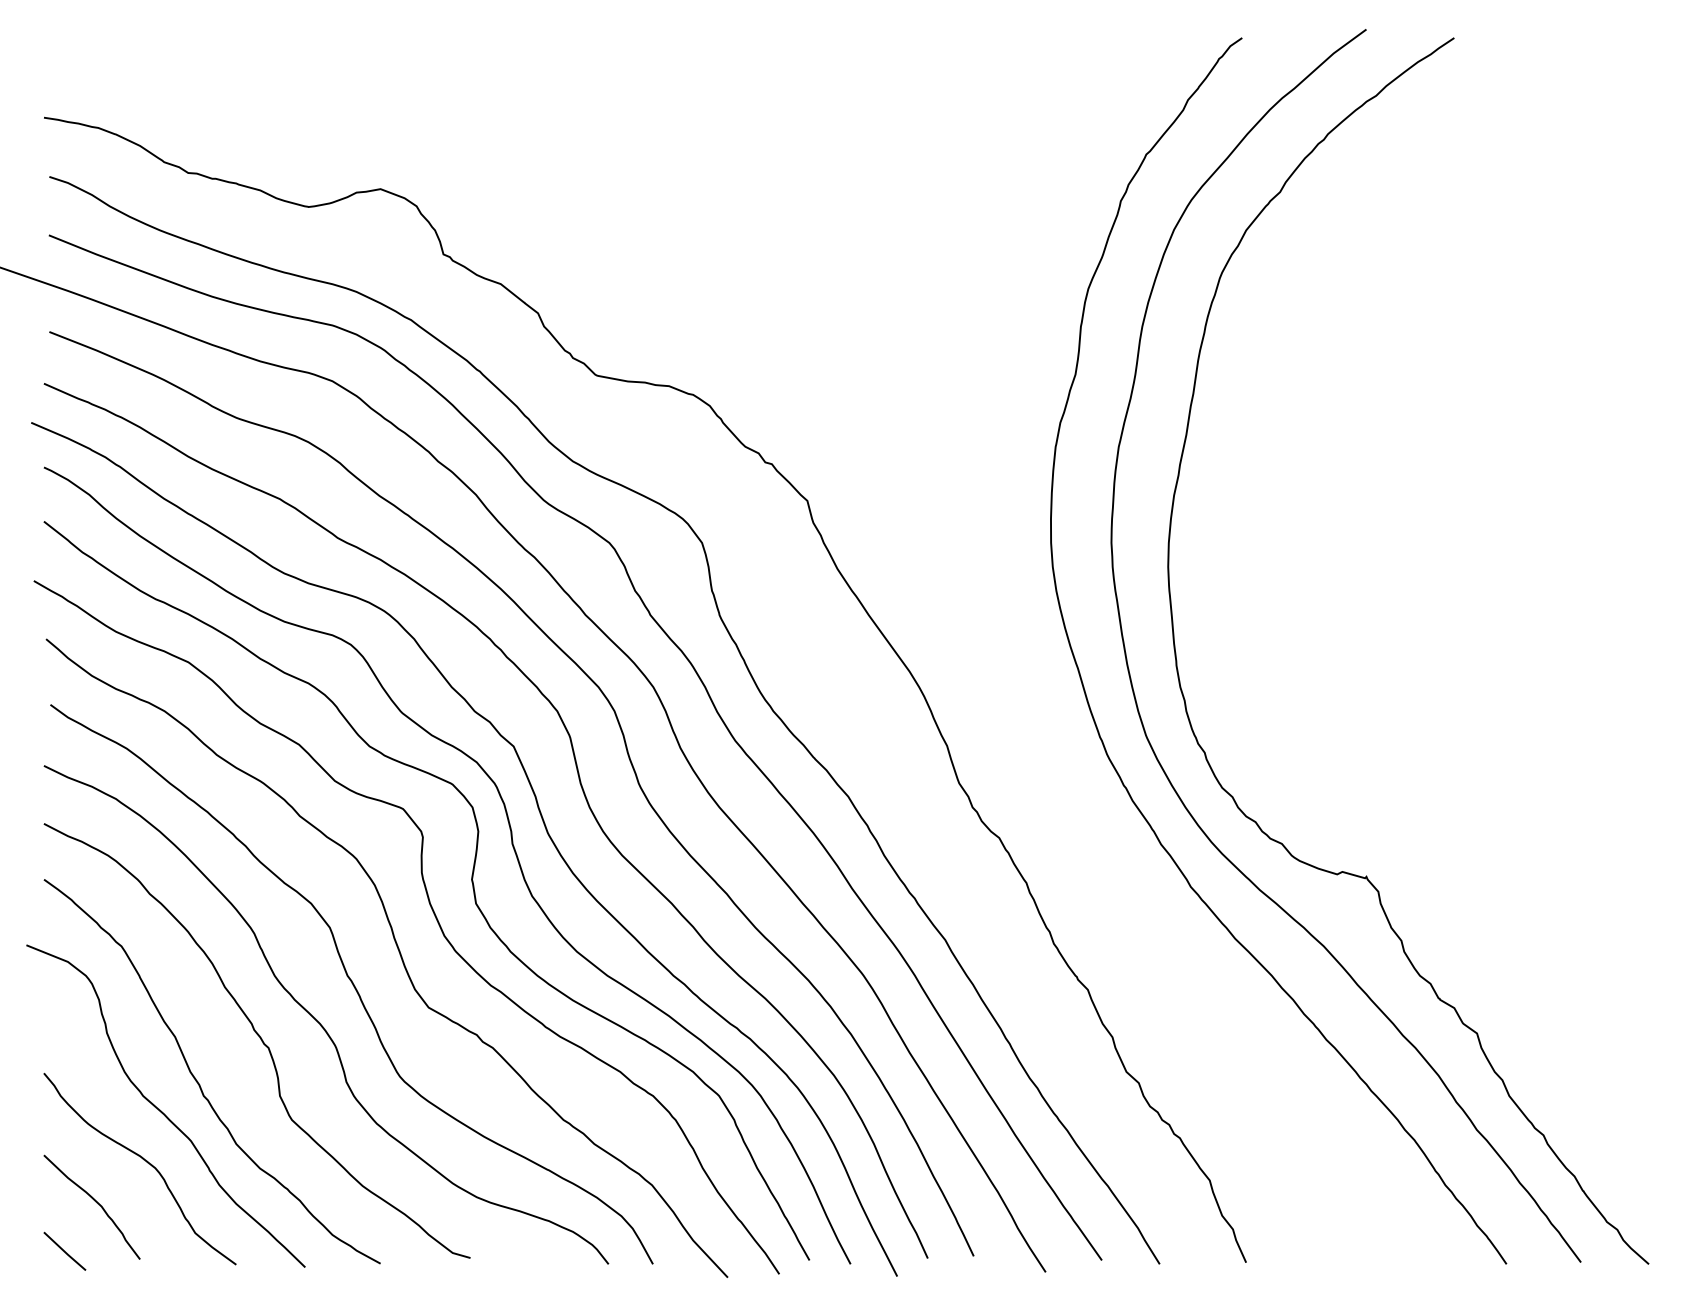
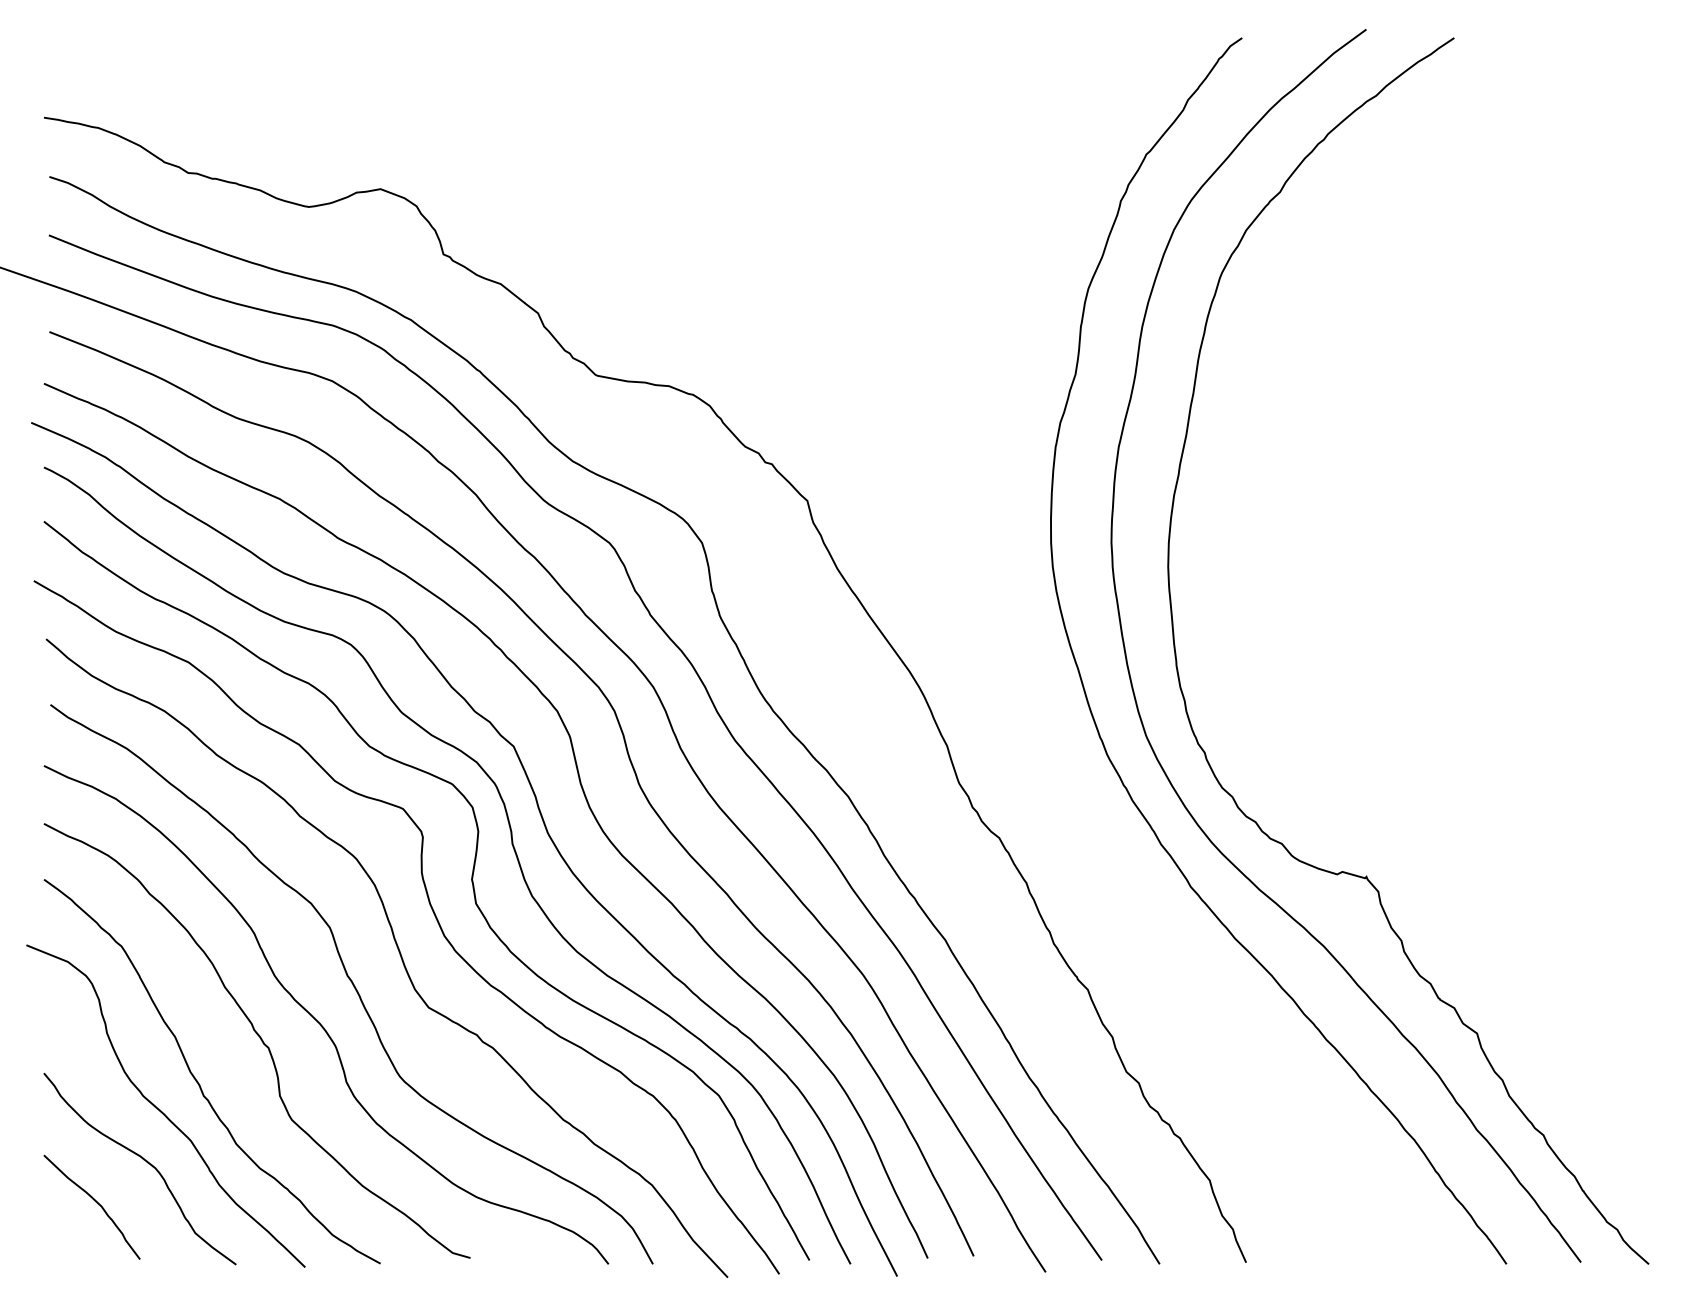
line at (64, 1250): present -> none
